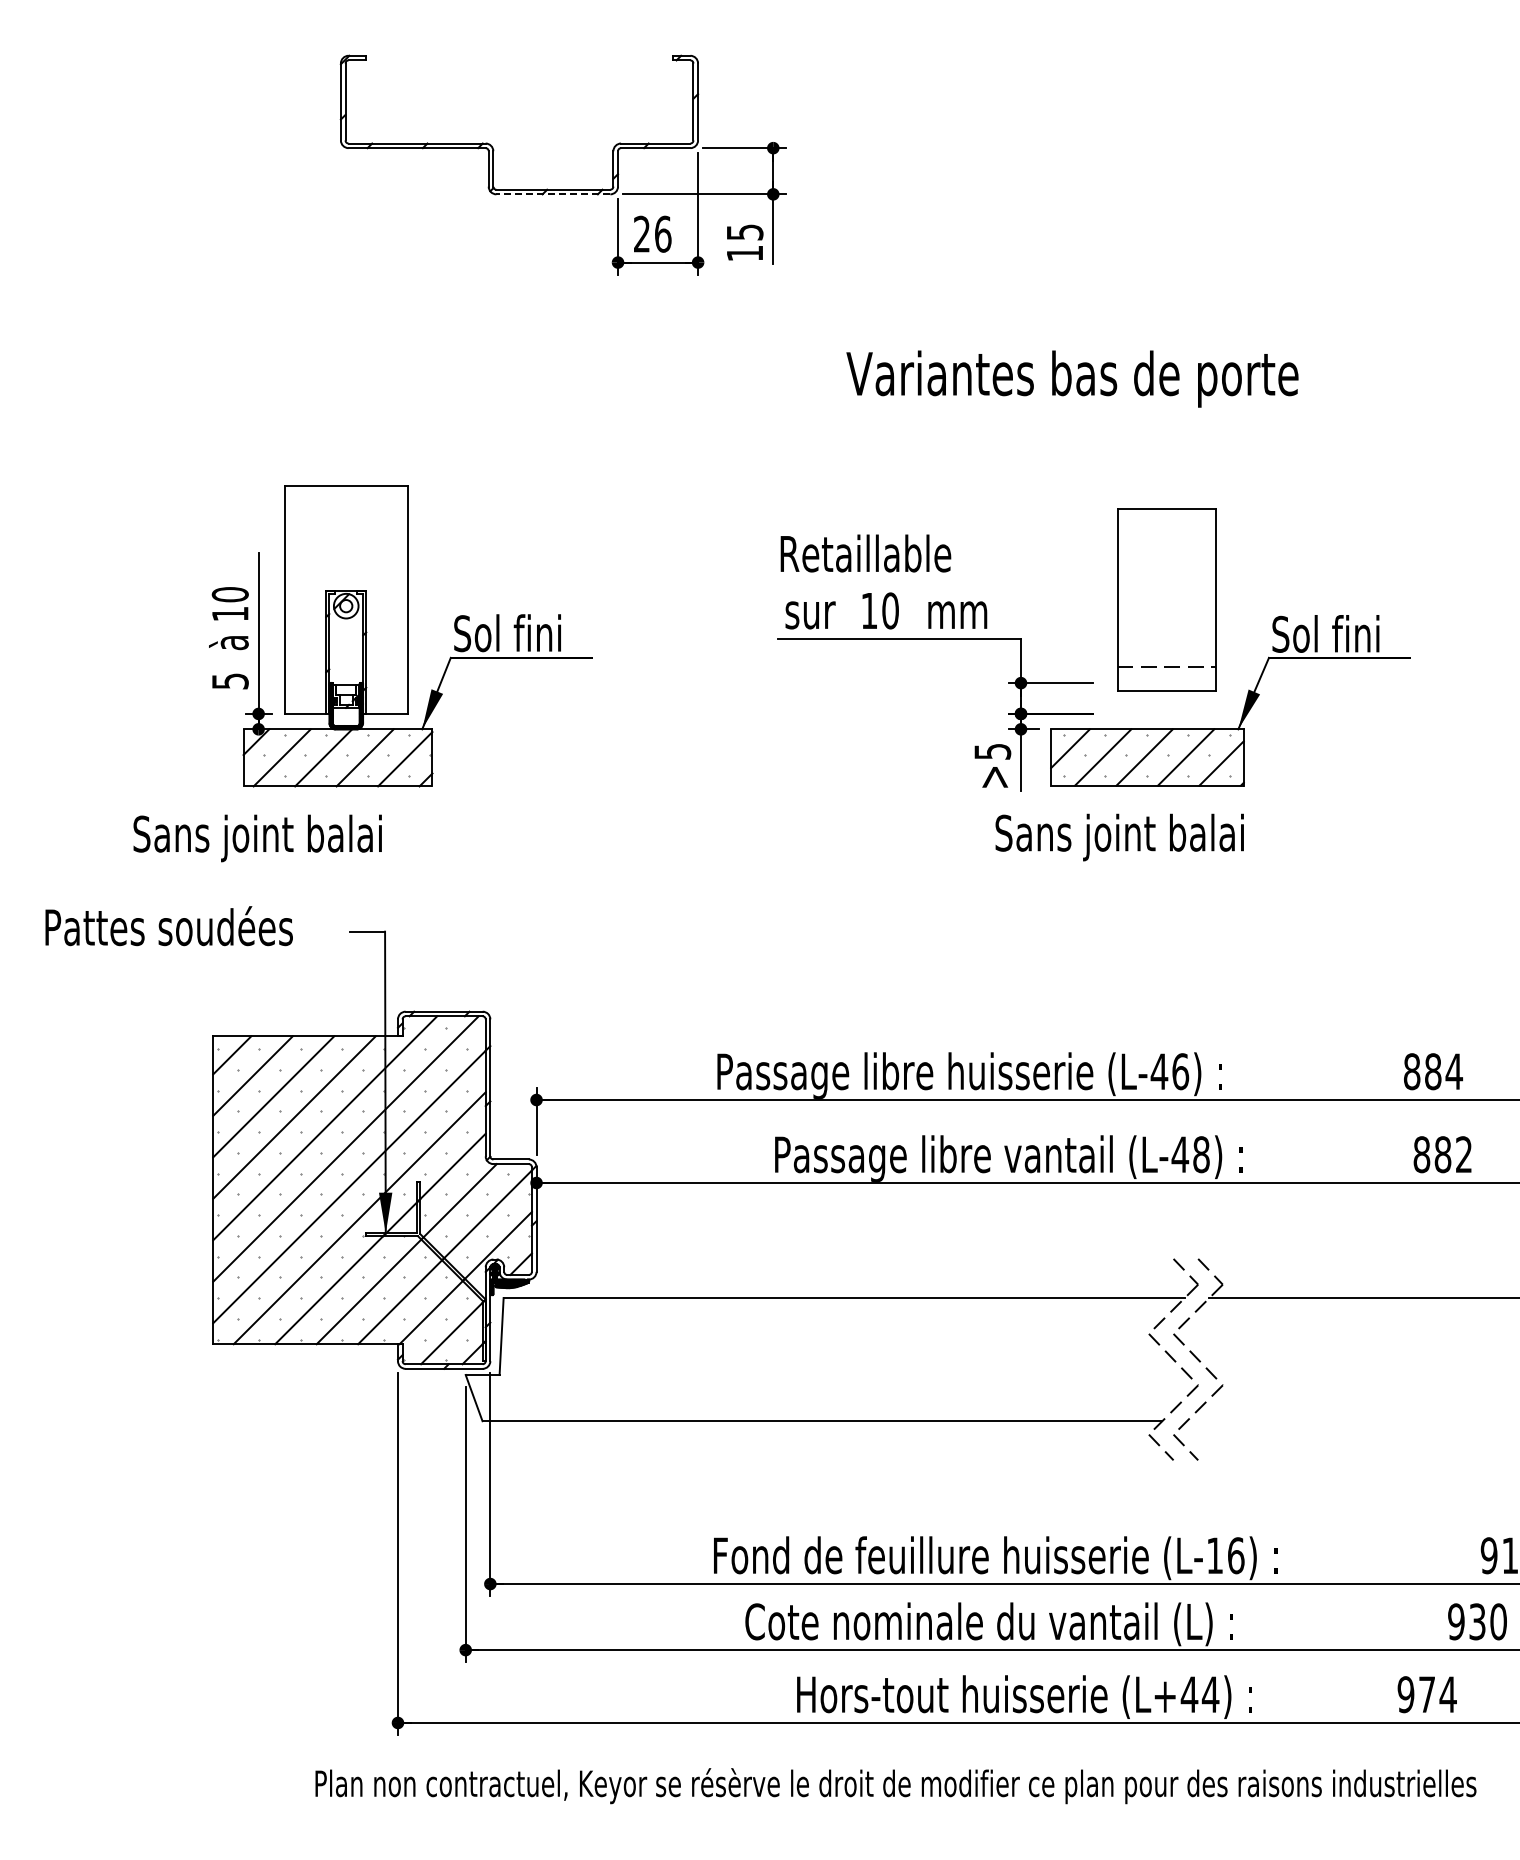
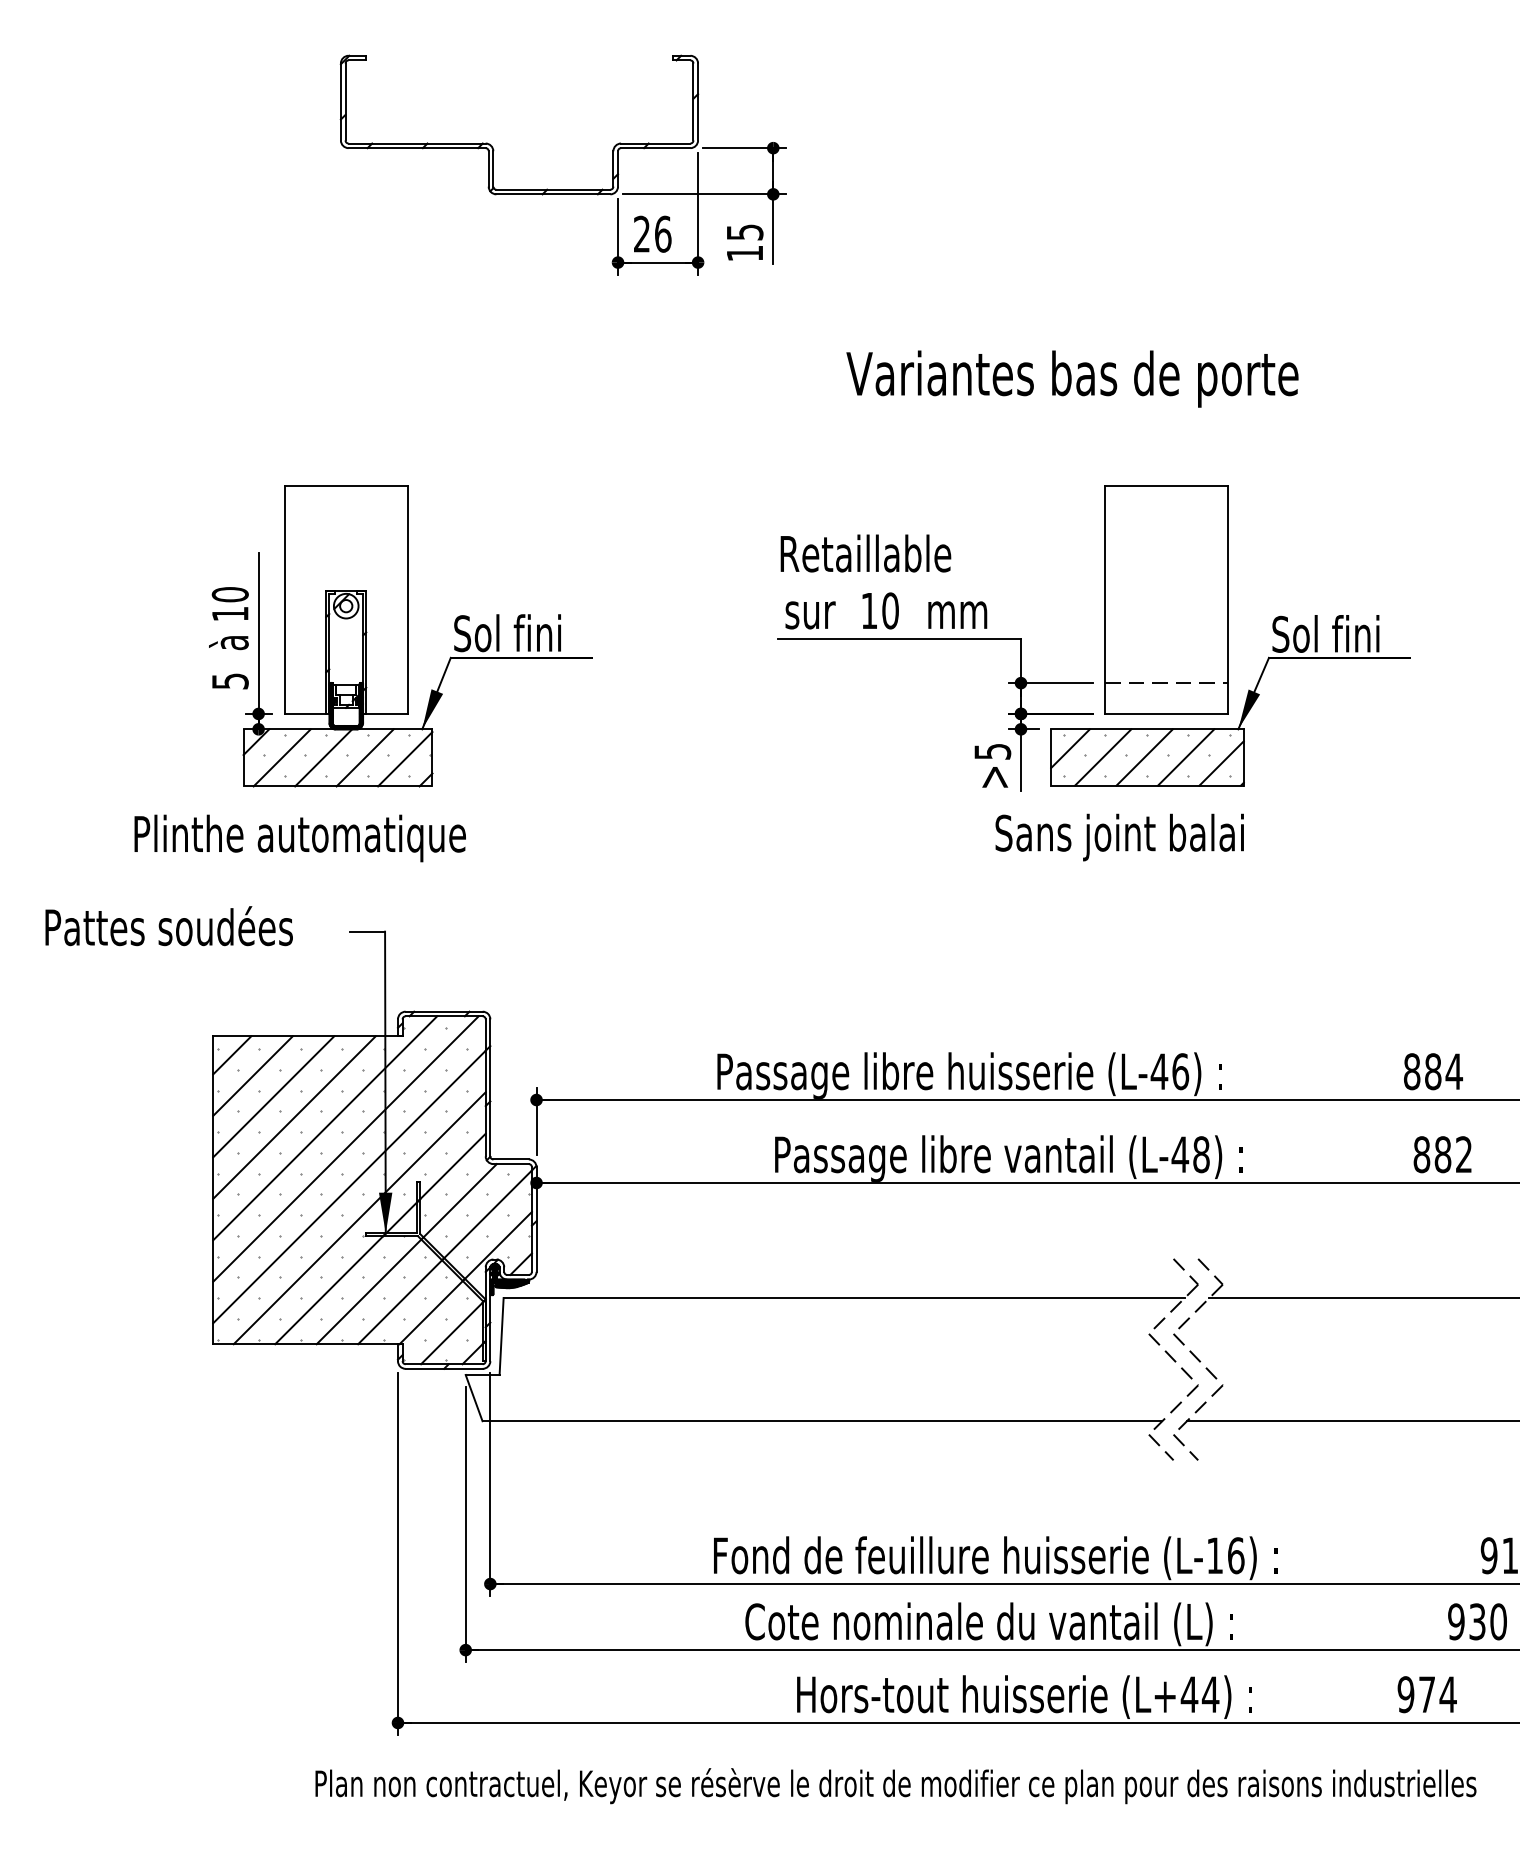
line at (553, 194): dashed -> solid
part at (1166, 599) size: 100x184 px -> 125x230 px
text at (299, 838): Sans joint balai -> Plinthe automatique
line at (1351, 1421): none -> present
